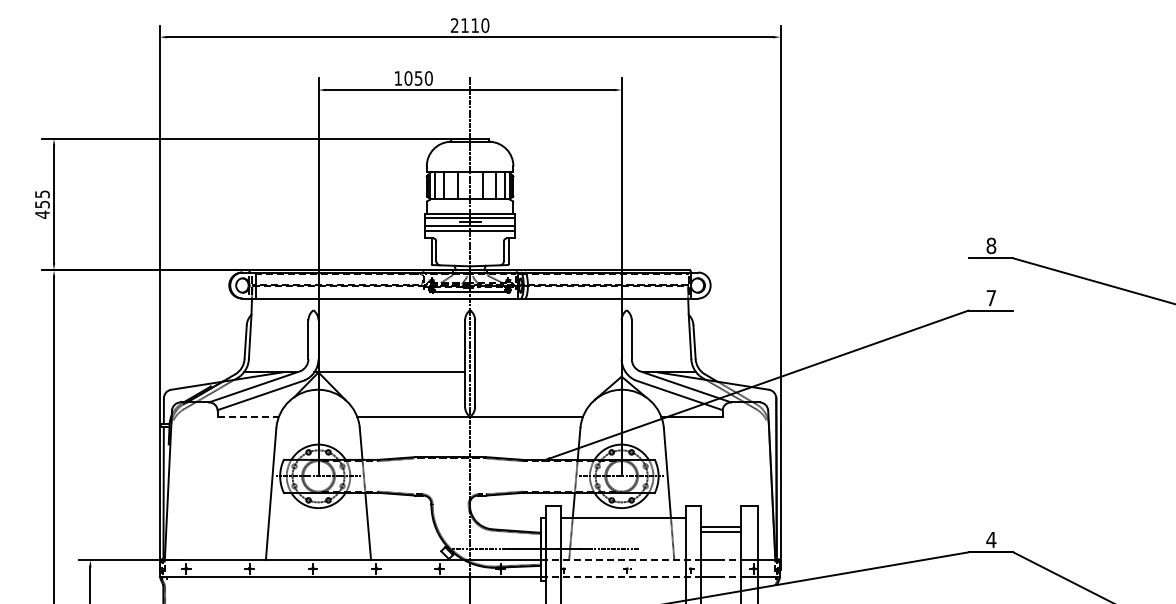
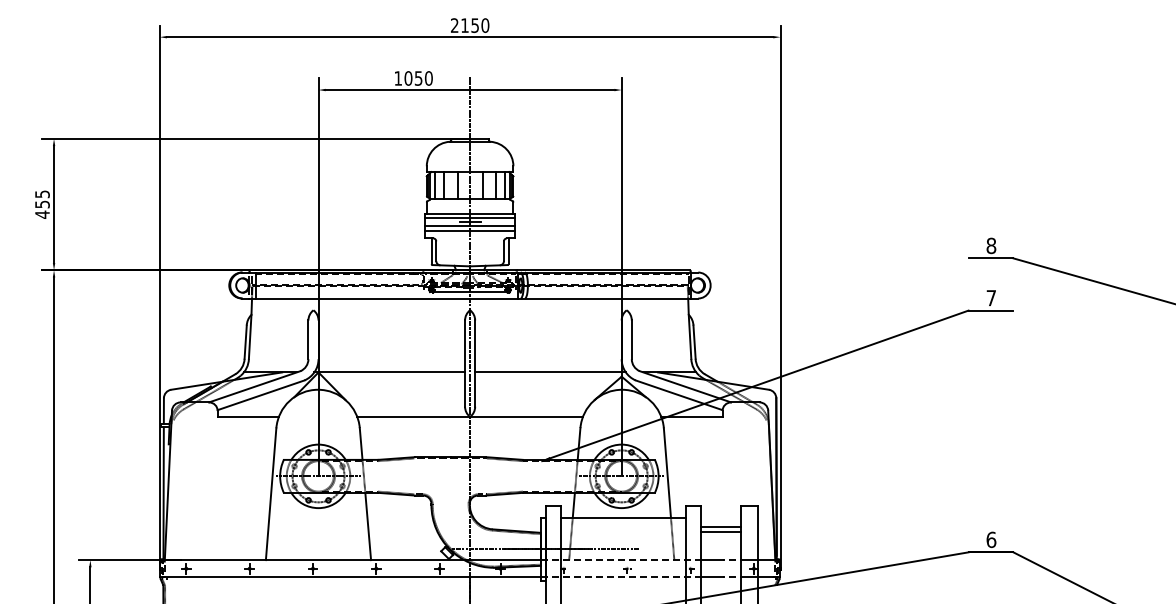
text at (474, 25): 2110 -> 2150
line at (550, 372): none -> present
line at (248, 416): dashed -> solid
text at (991, 539): 4 -> 6
